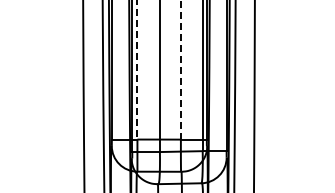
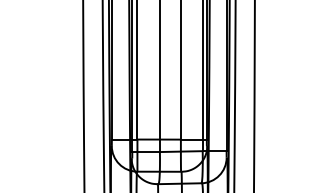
line at (180, 69): dashed -> solid
line at (137, 70): dashed -> solid
